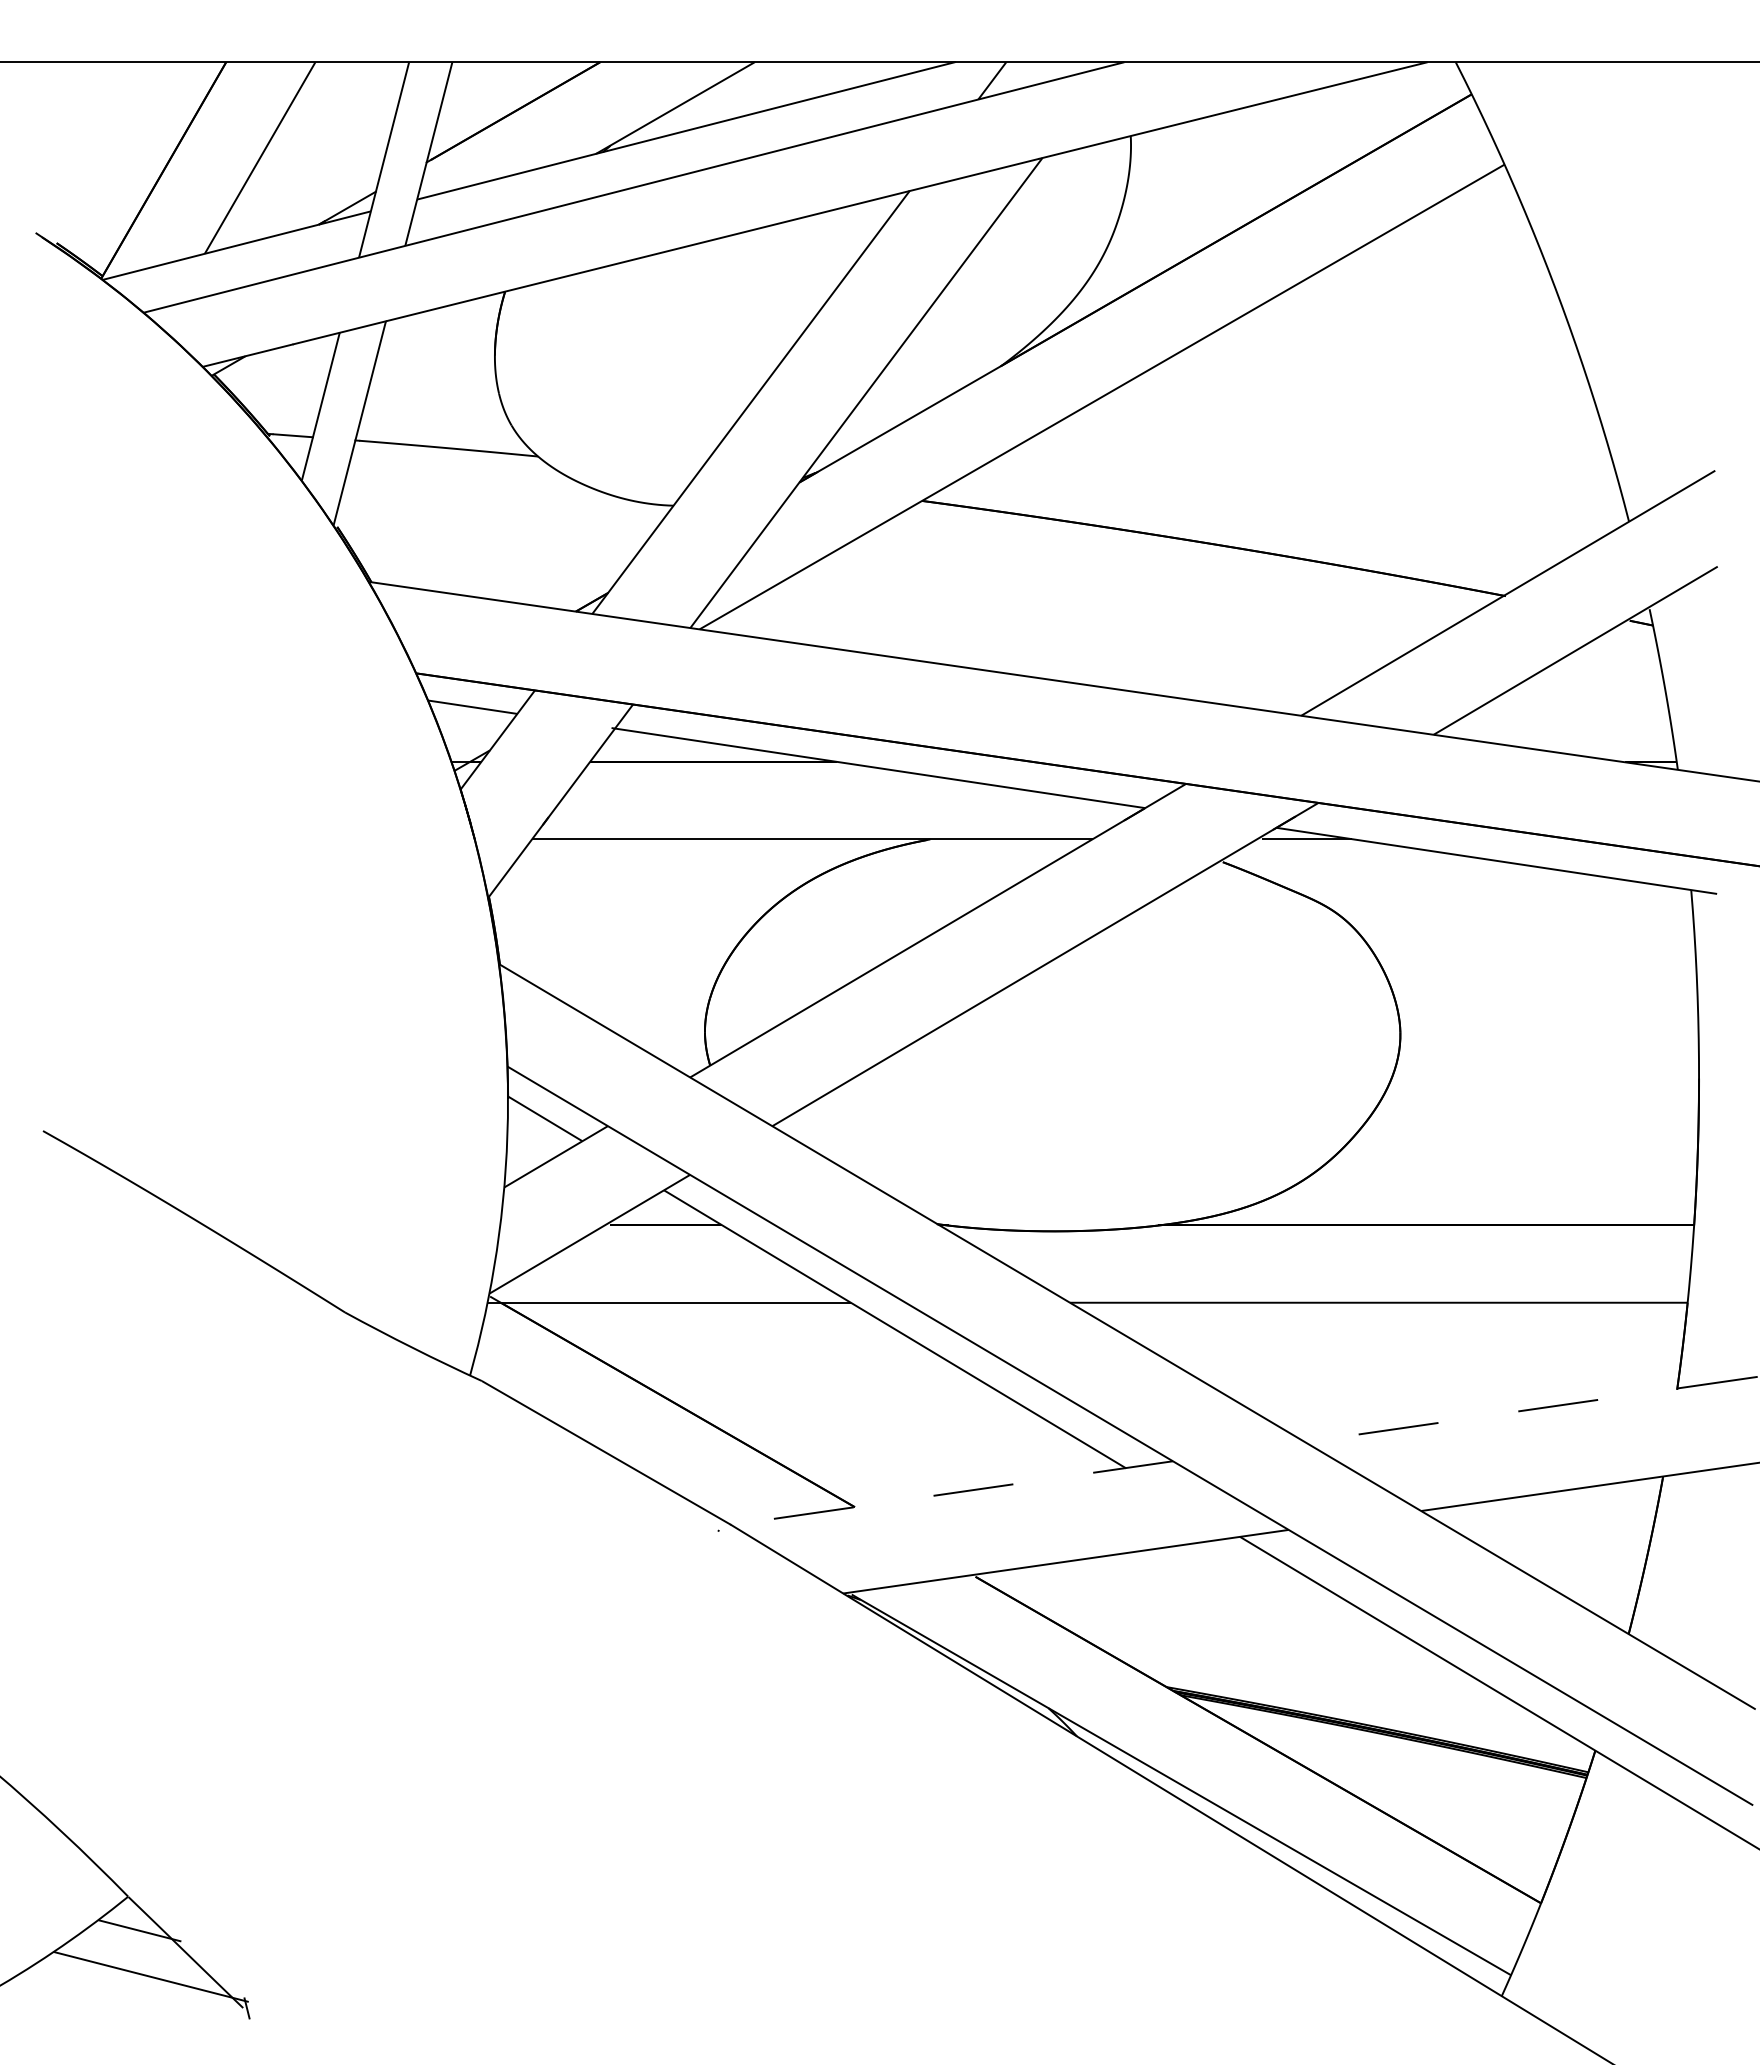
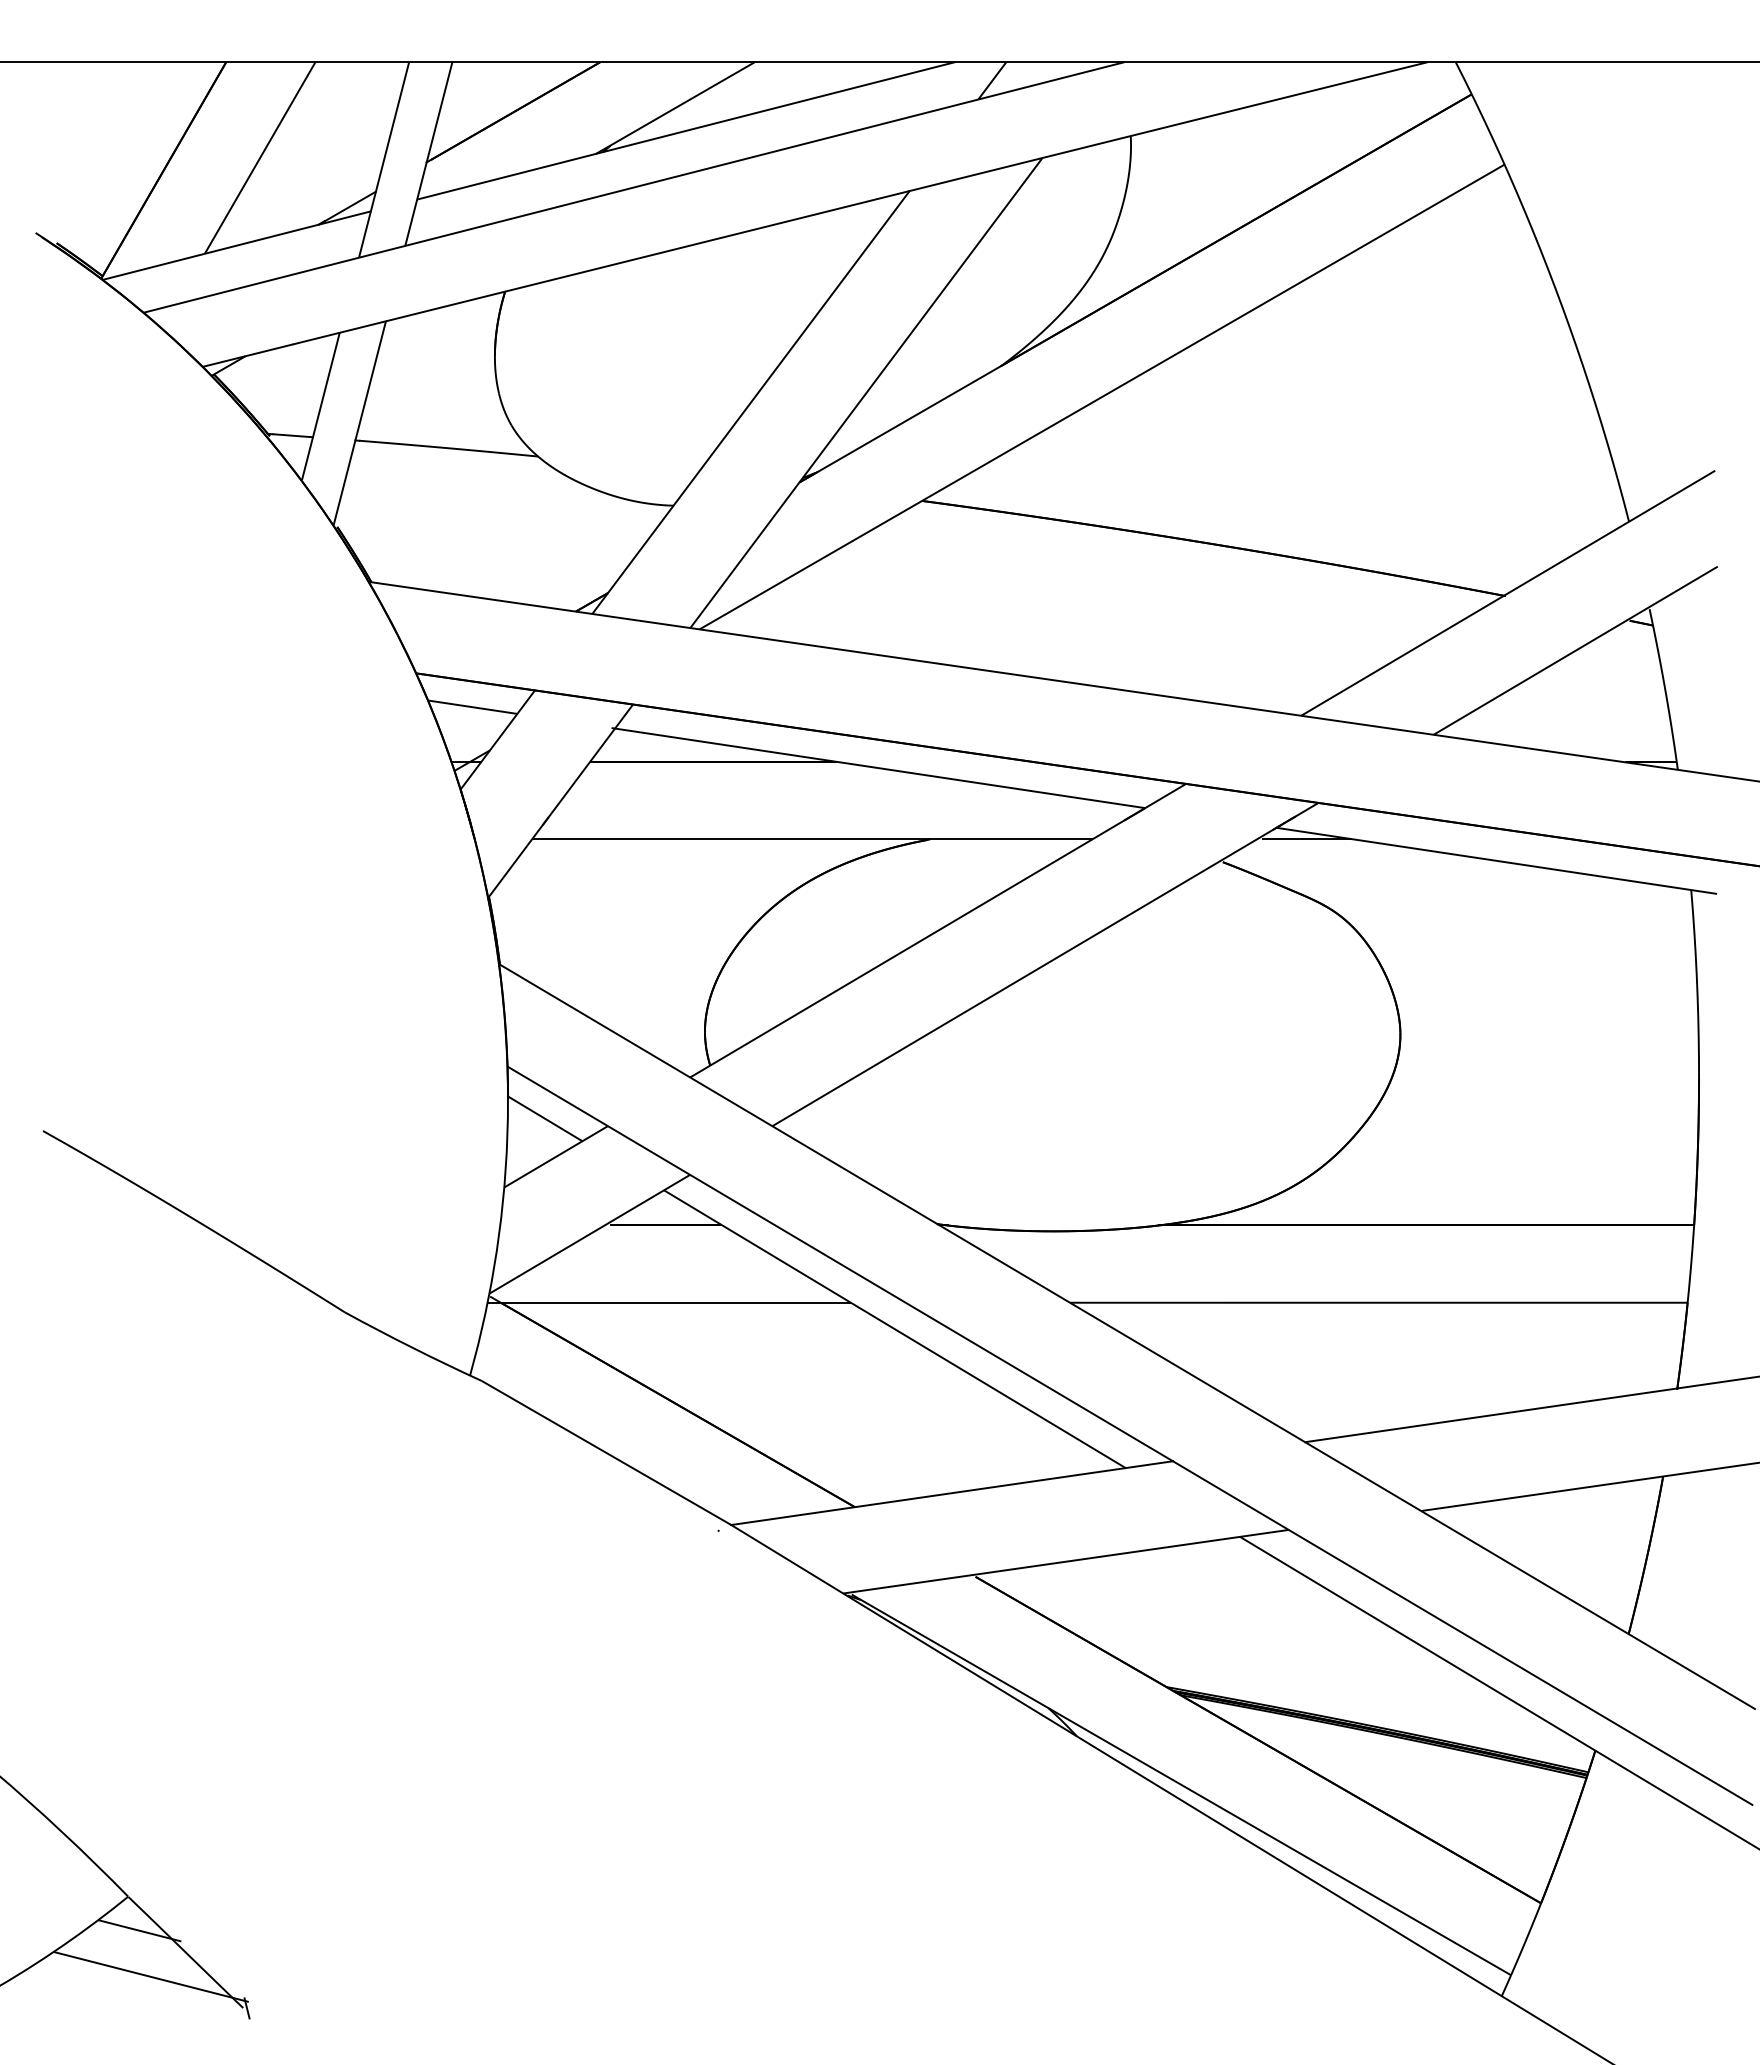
line at (1531, 1409): dashed -> solid
line at (951, 1493): dashed -> solid
